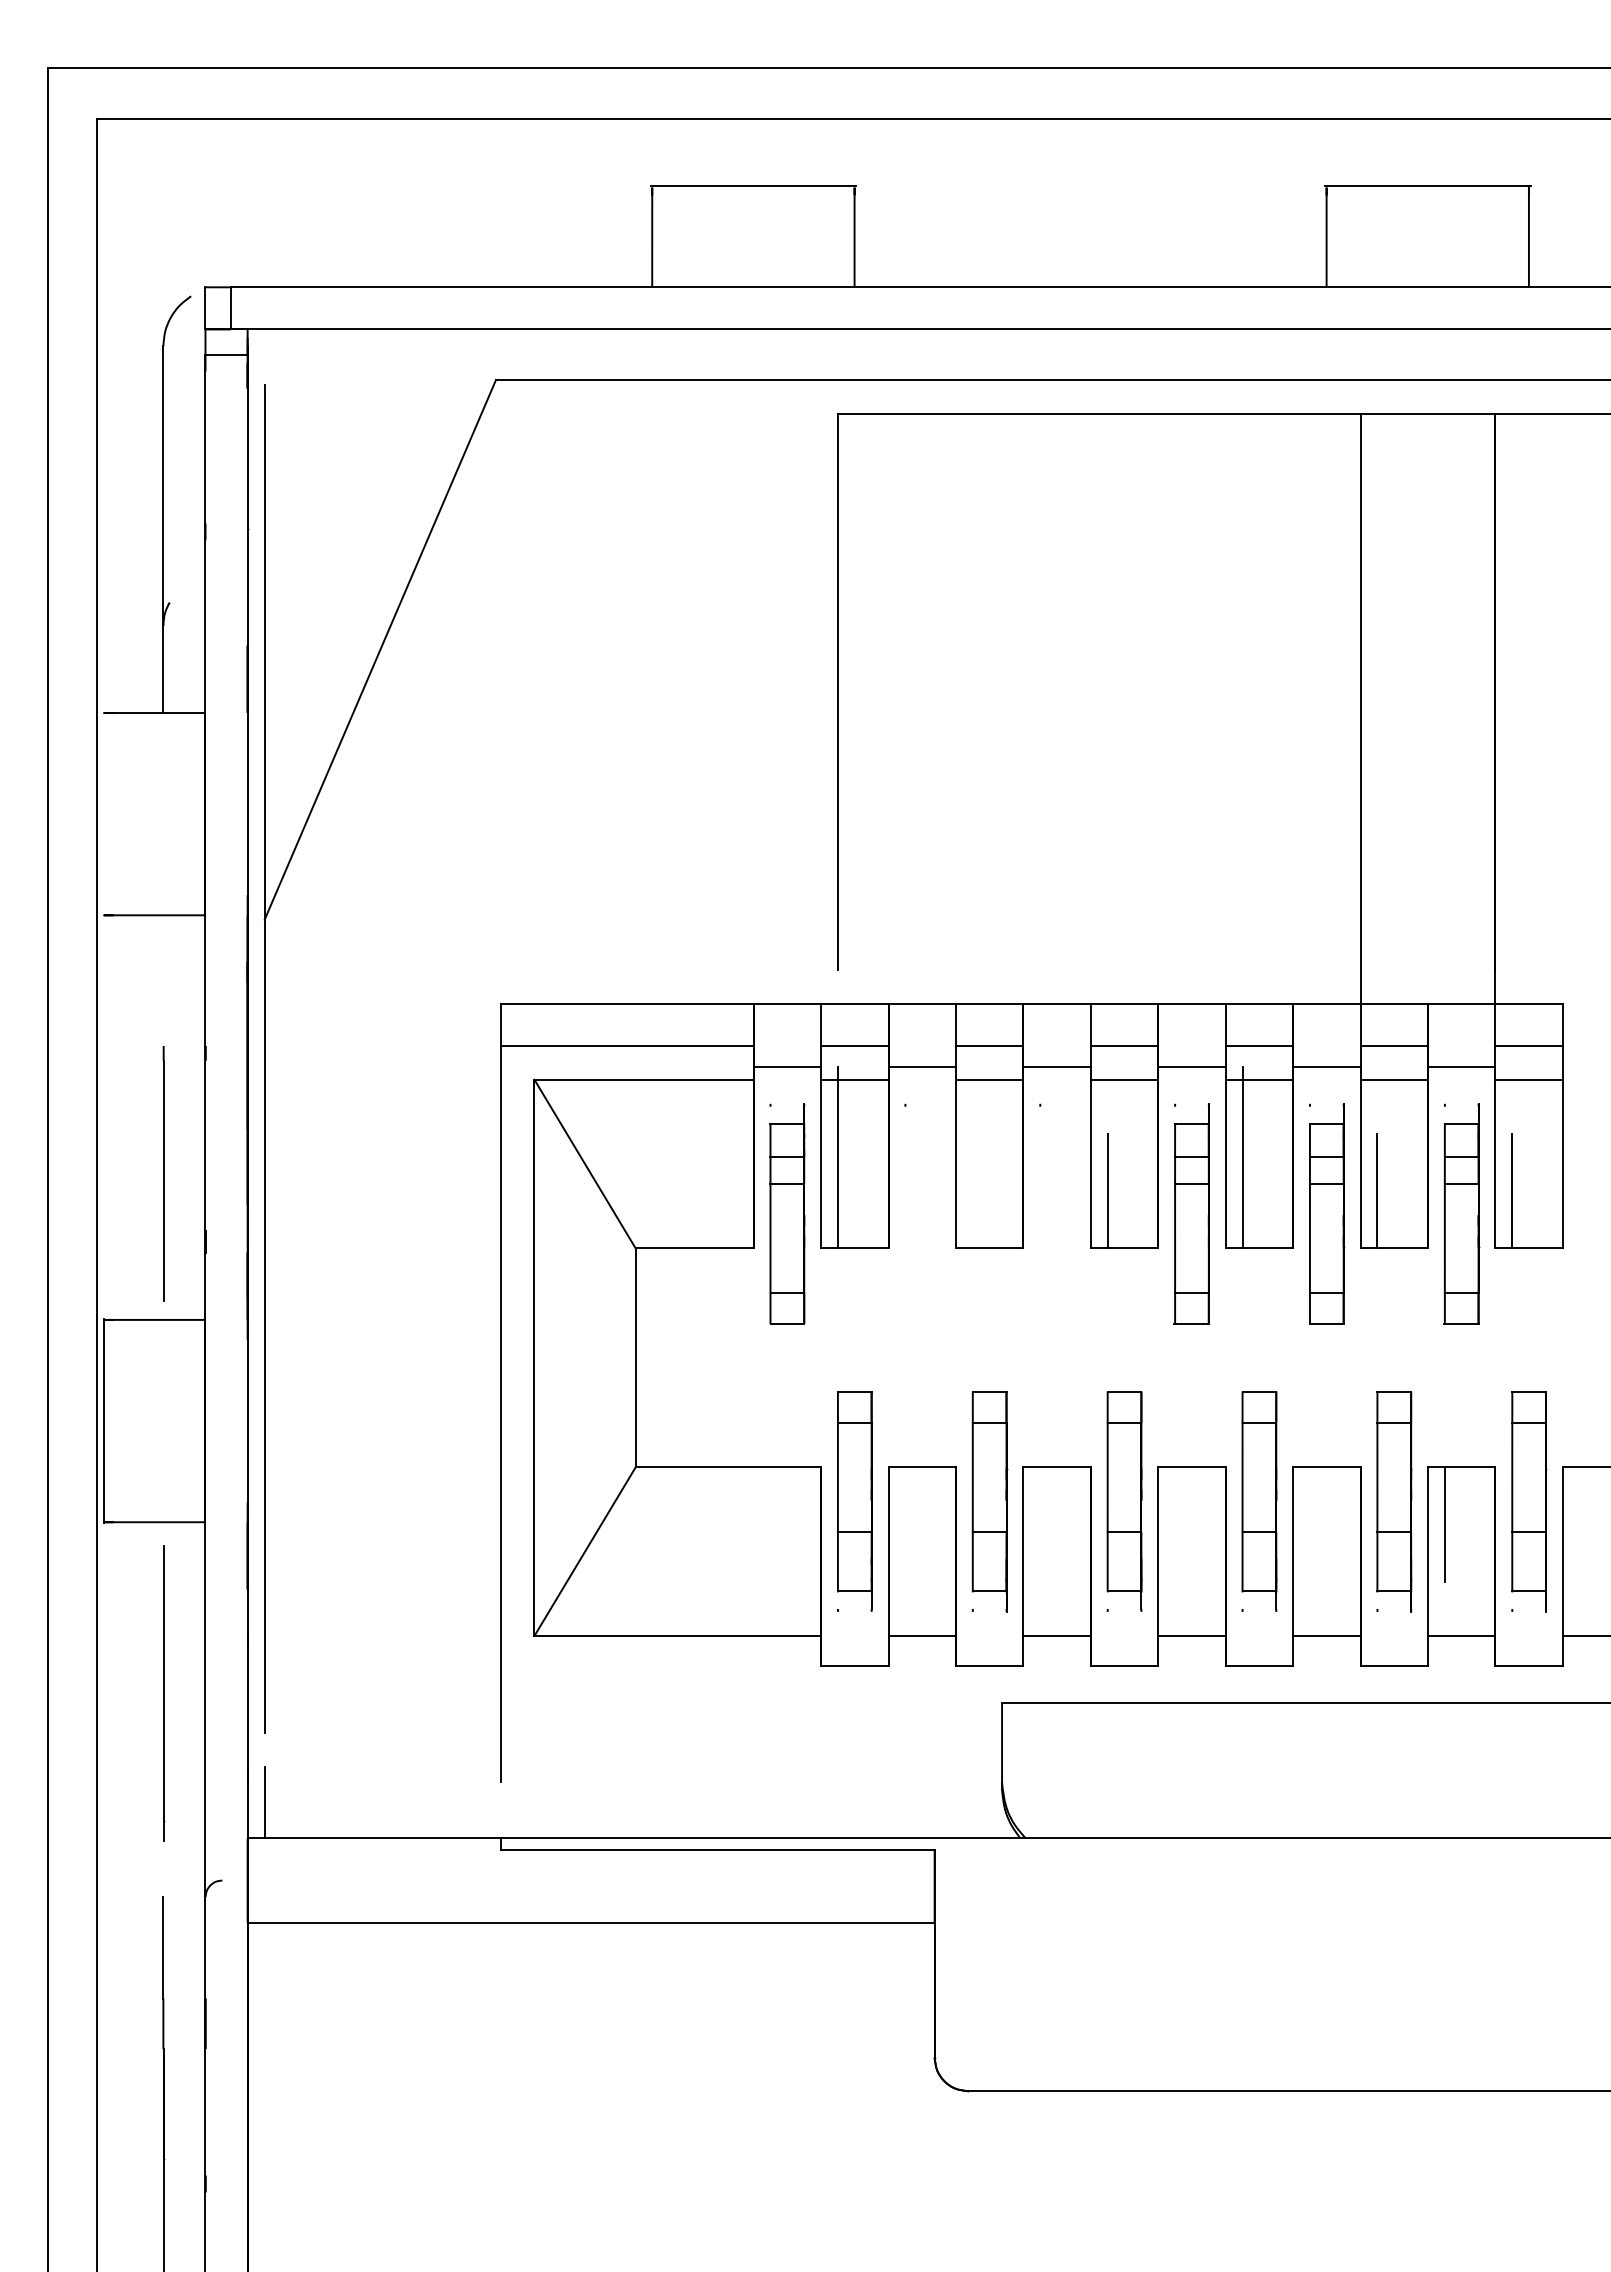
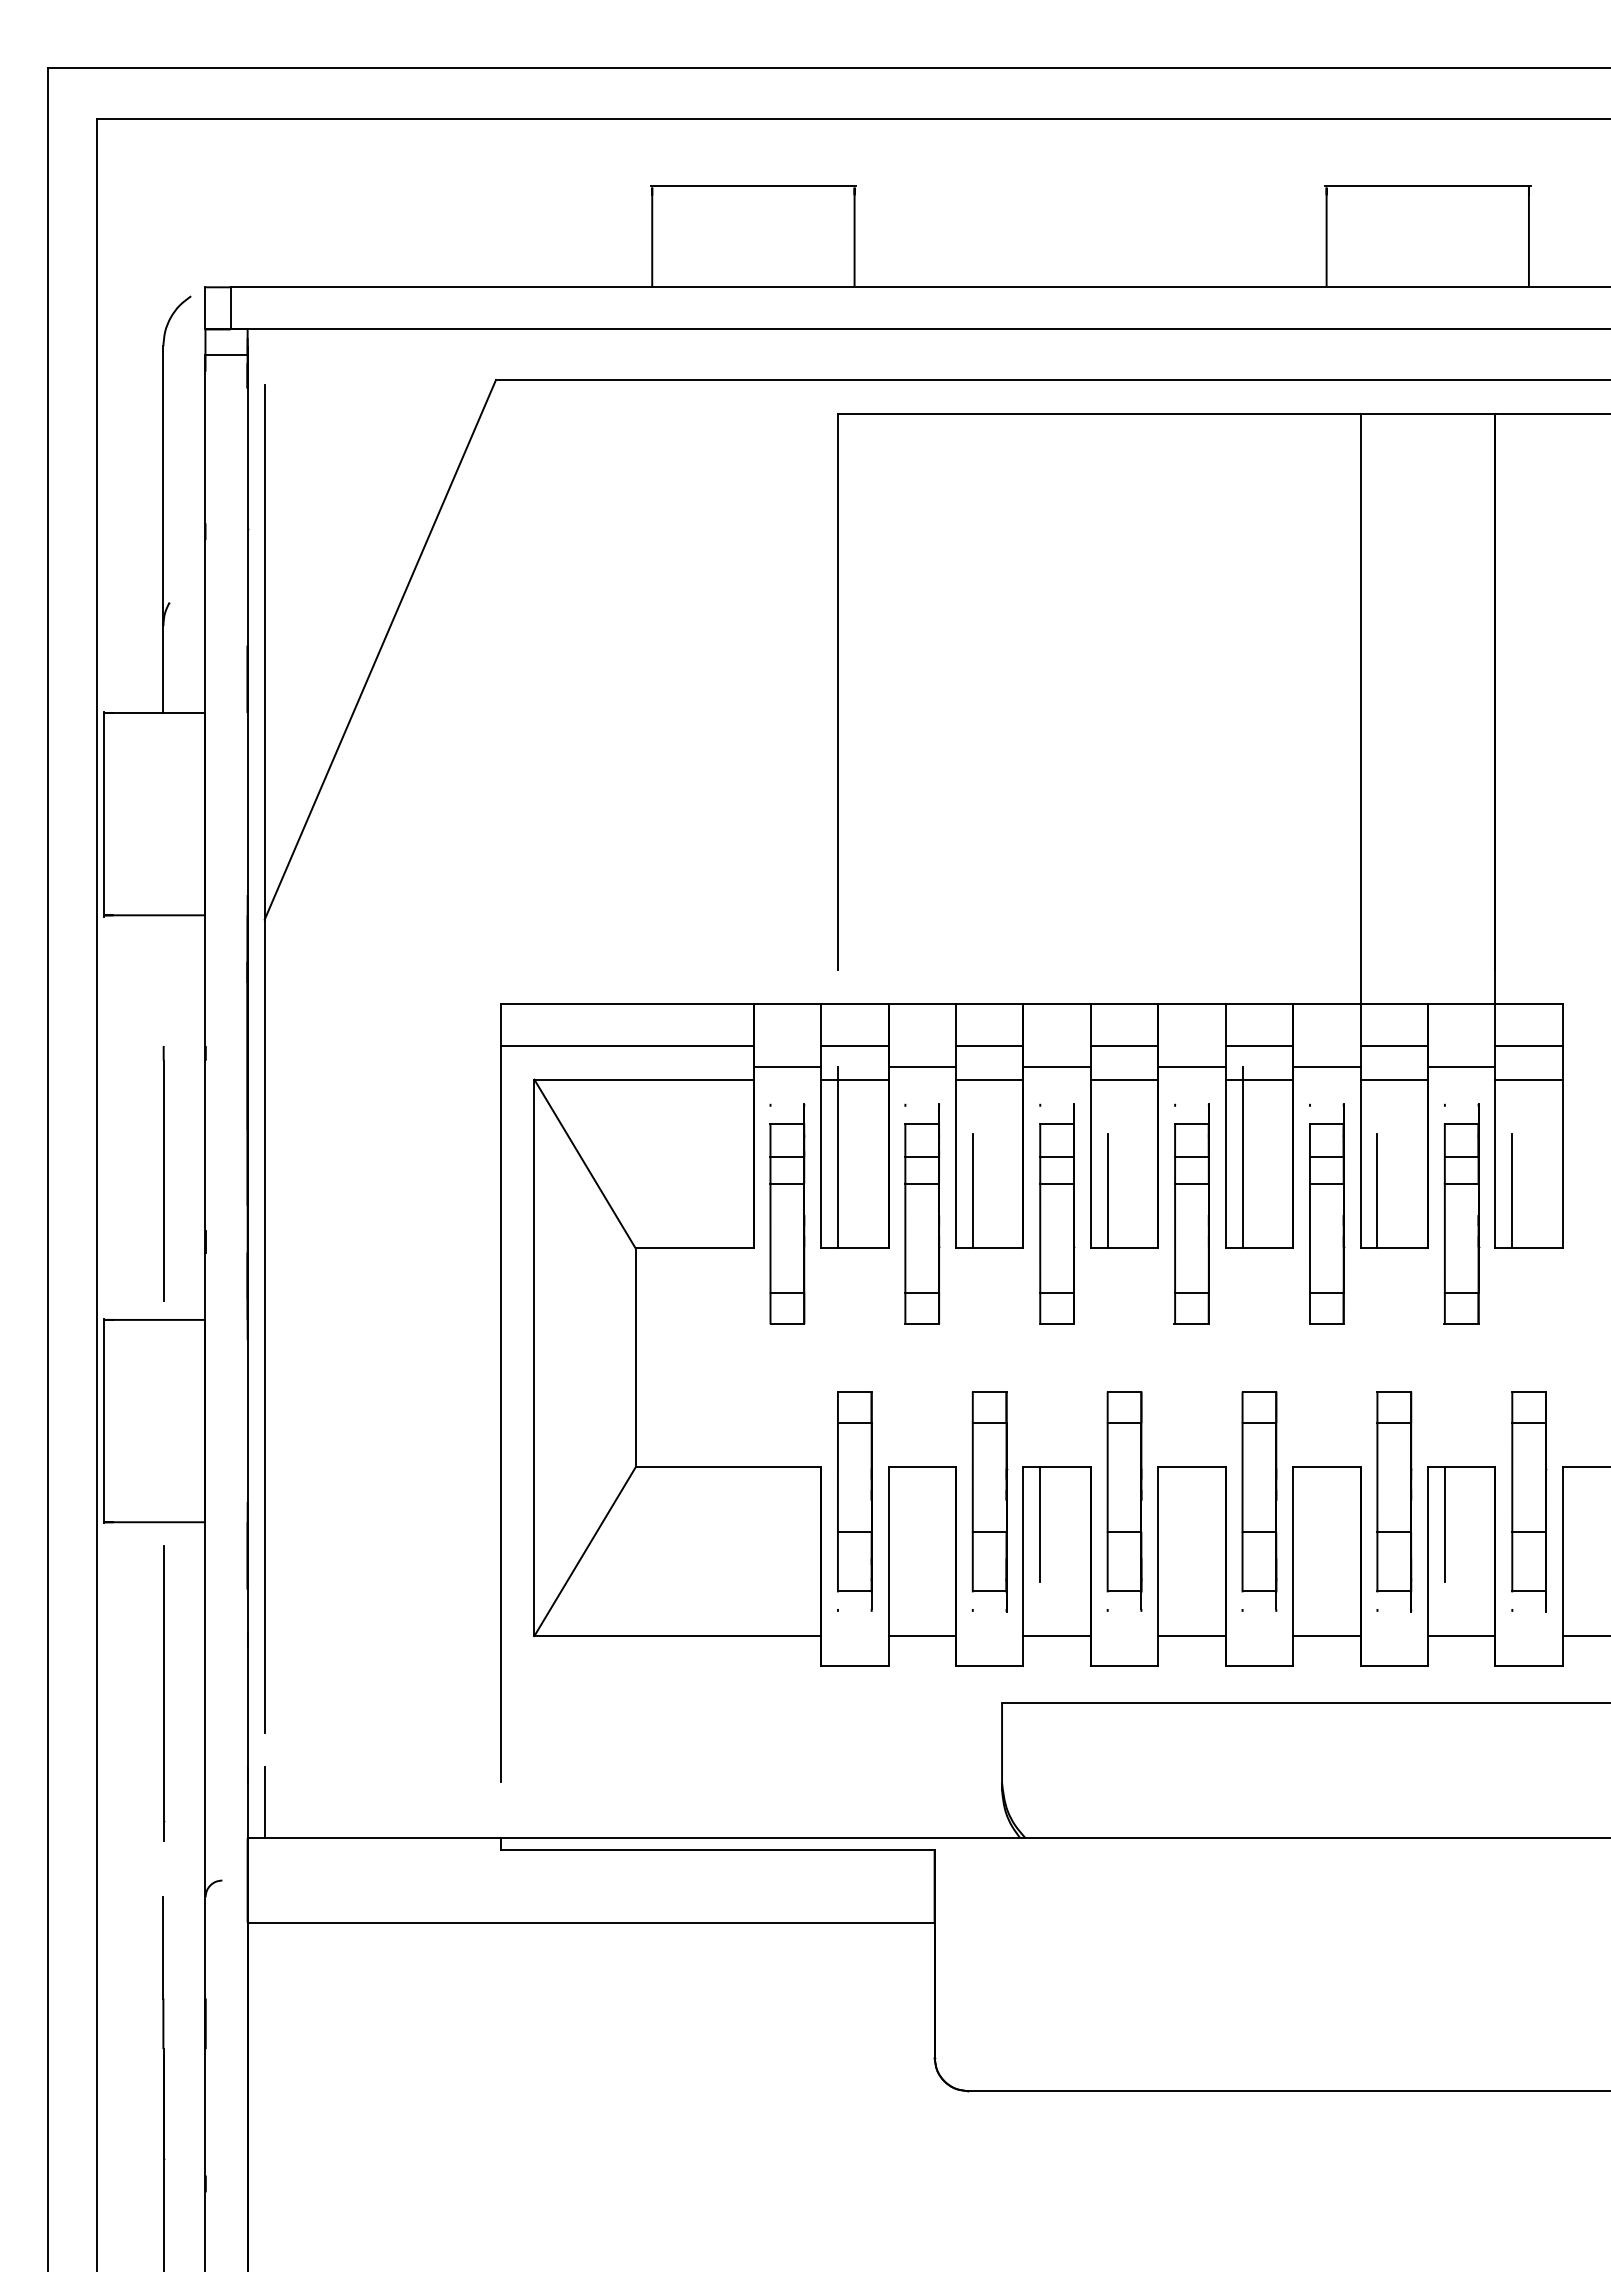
line at (104, 813): none -> present
line at (972, 1190): none -> present
part at (922, 1213): none -> present
part at (1057, 1213): none -> present
line at (1040, 1524): none -> present
